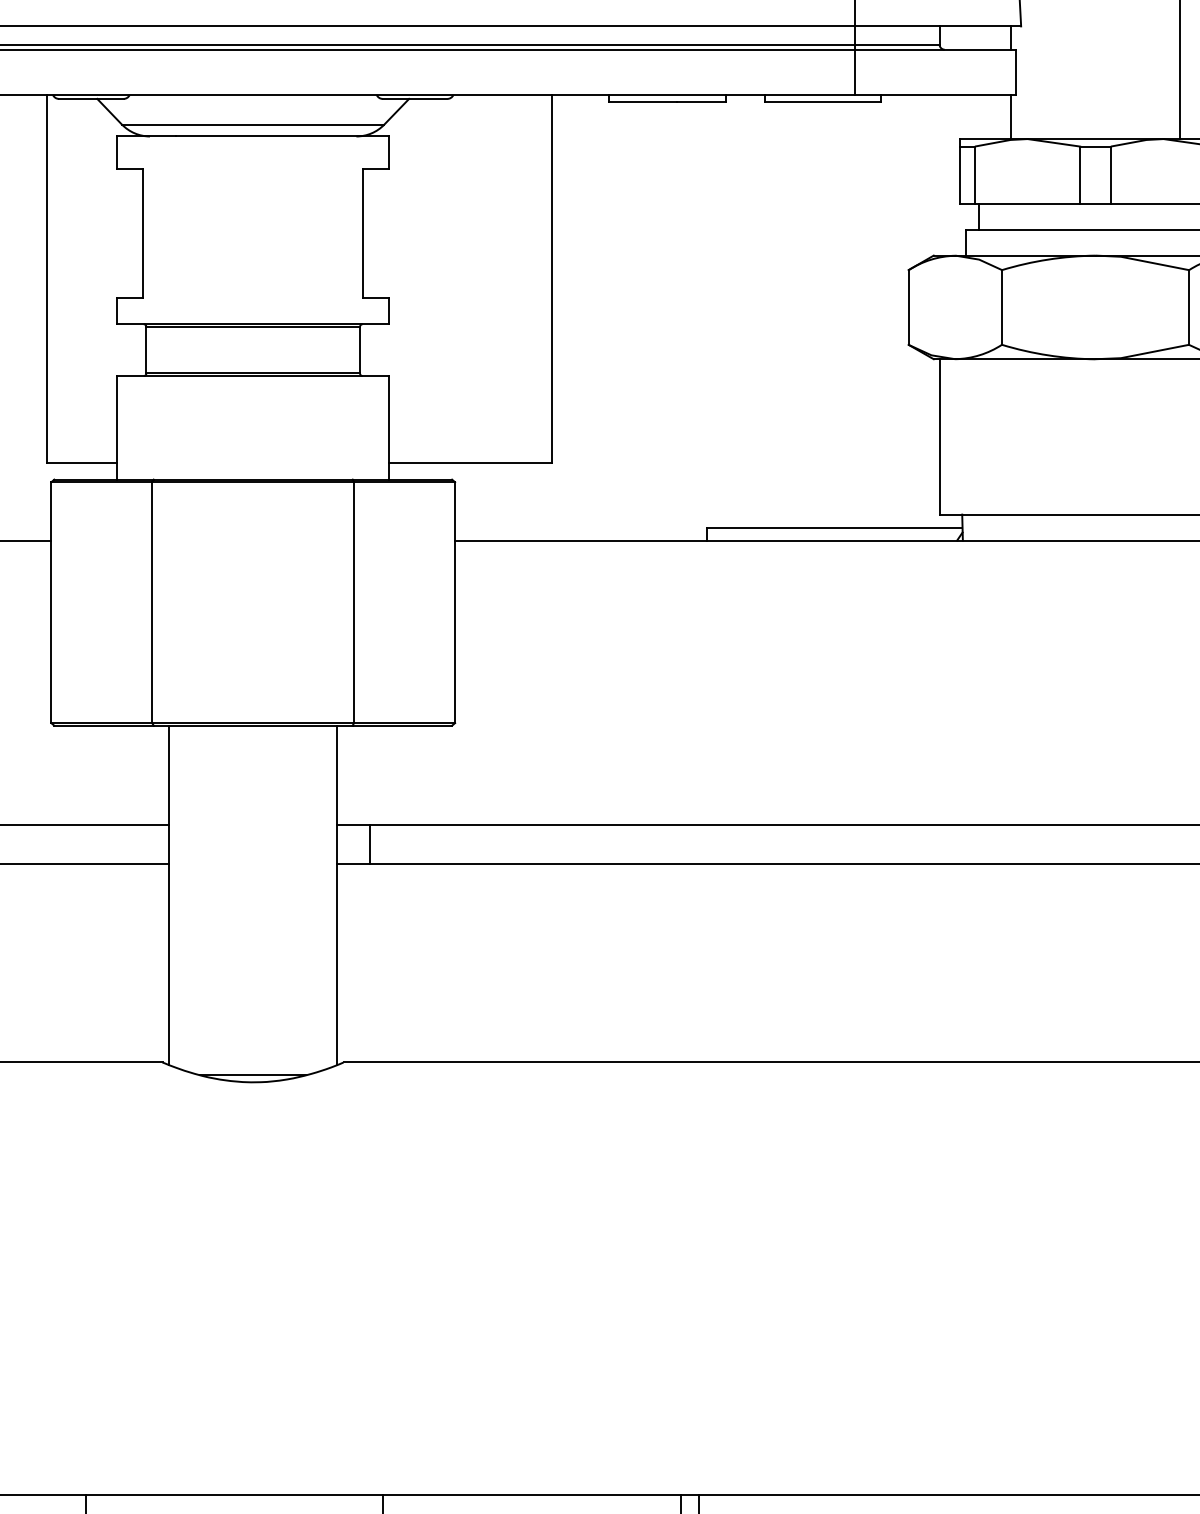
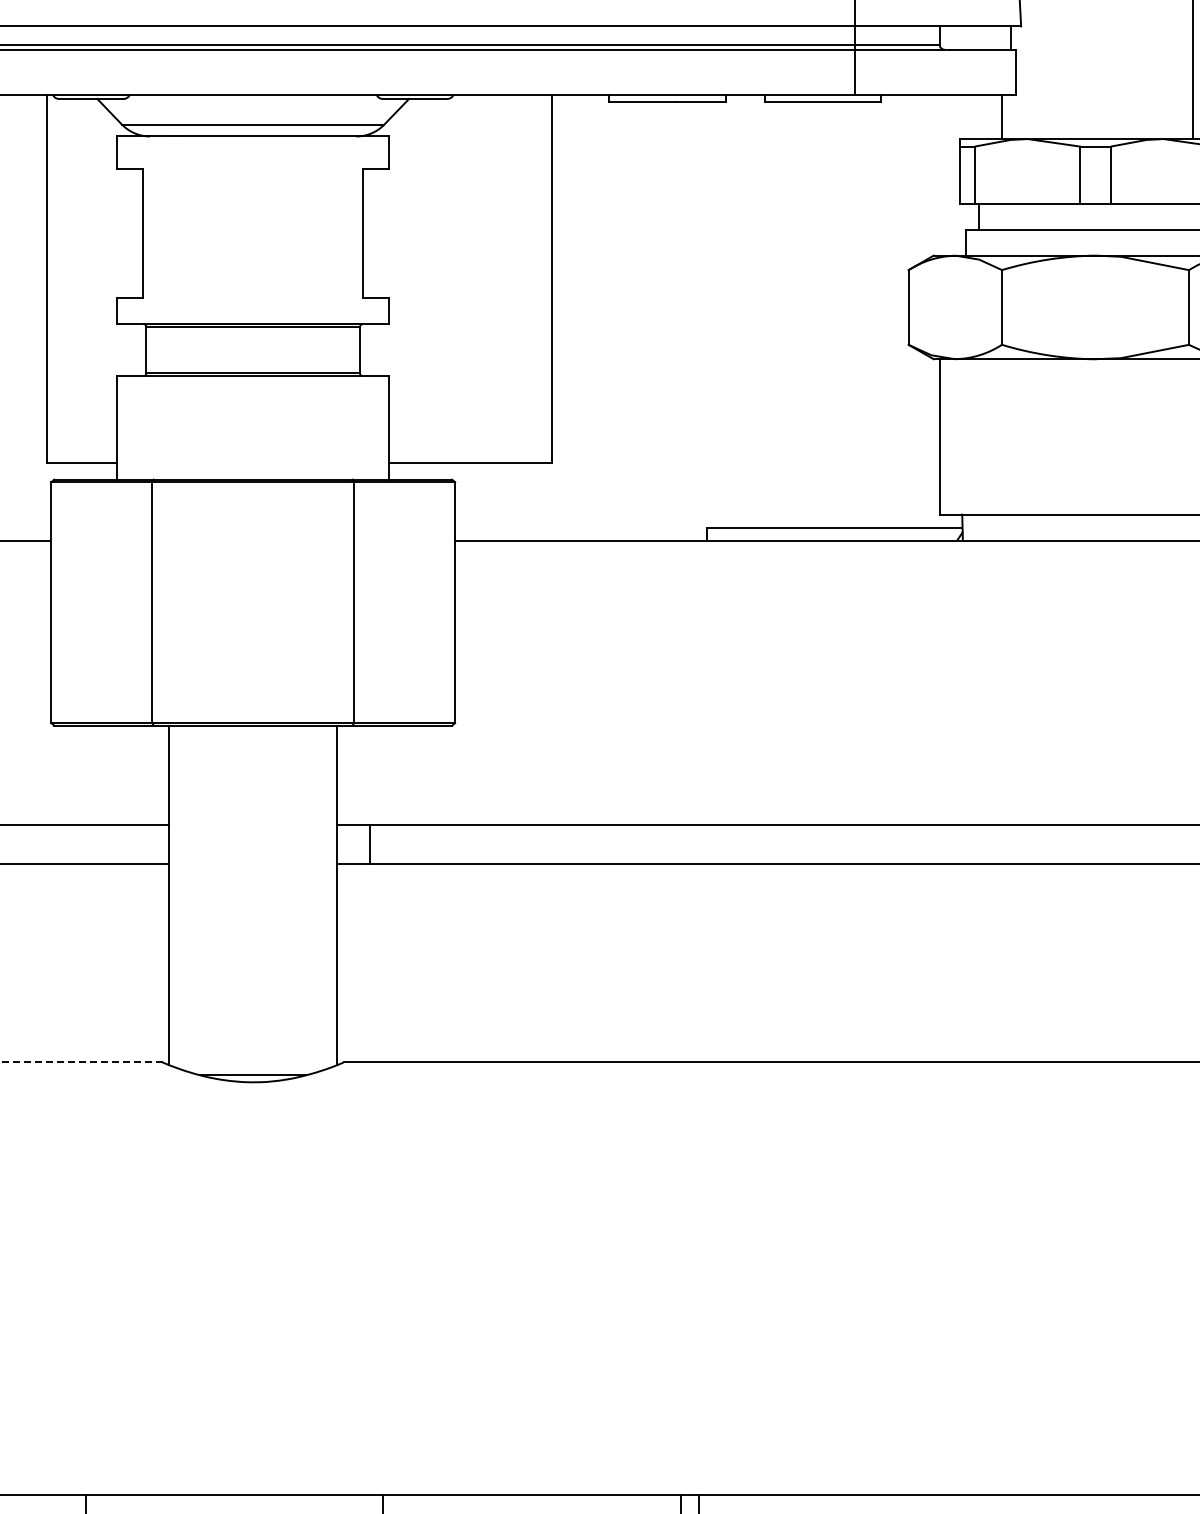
line at (1179, 70) position: (1179, 70) -> (1192, 70)
line at (1011, 117) position: (1011, 117) -> (1002, 117)
line at (81, 1062): solid -> dashed
